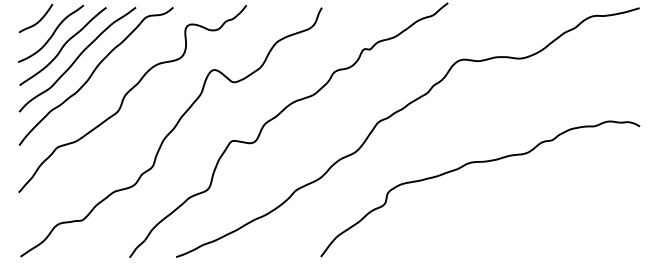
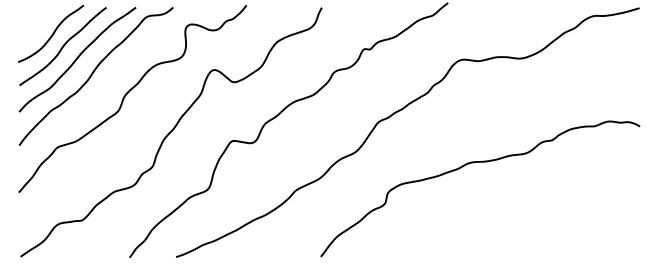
curve at (38, 20): present -> none
